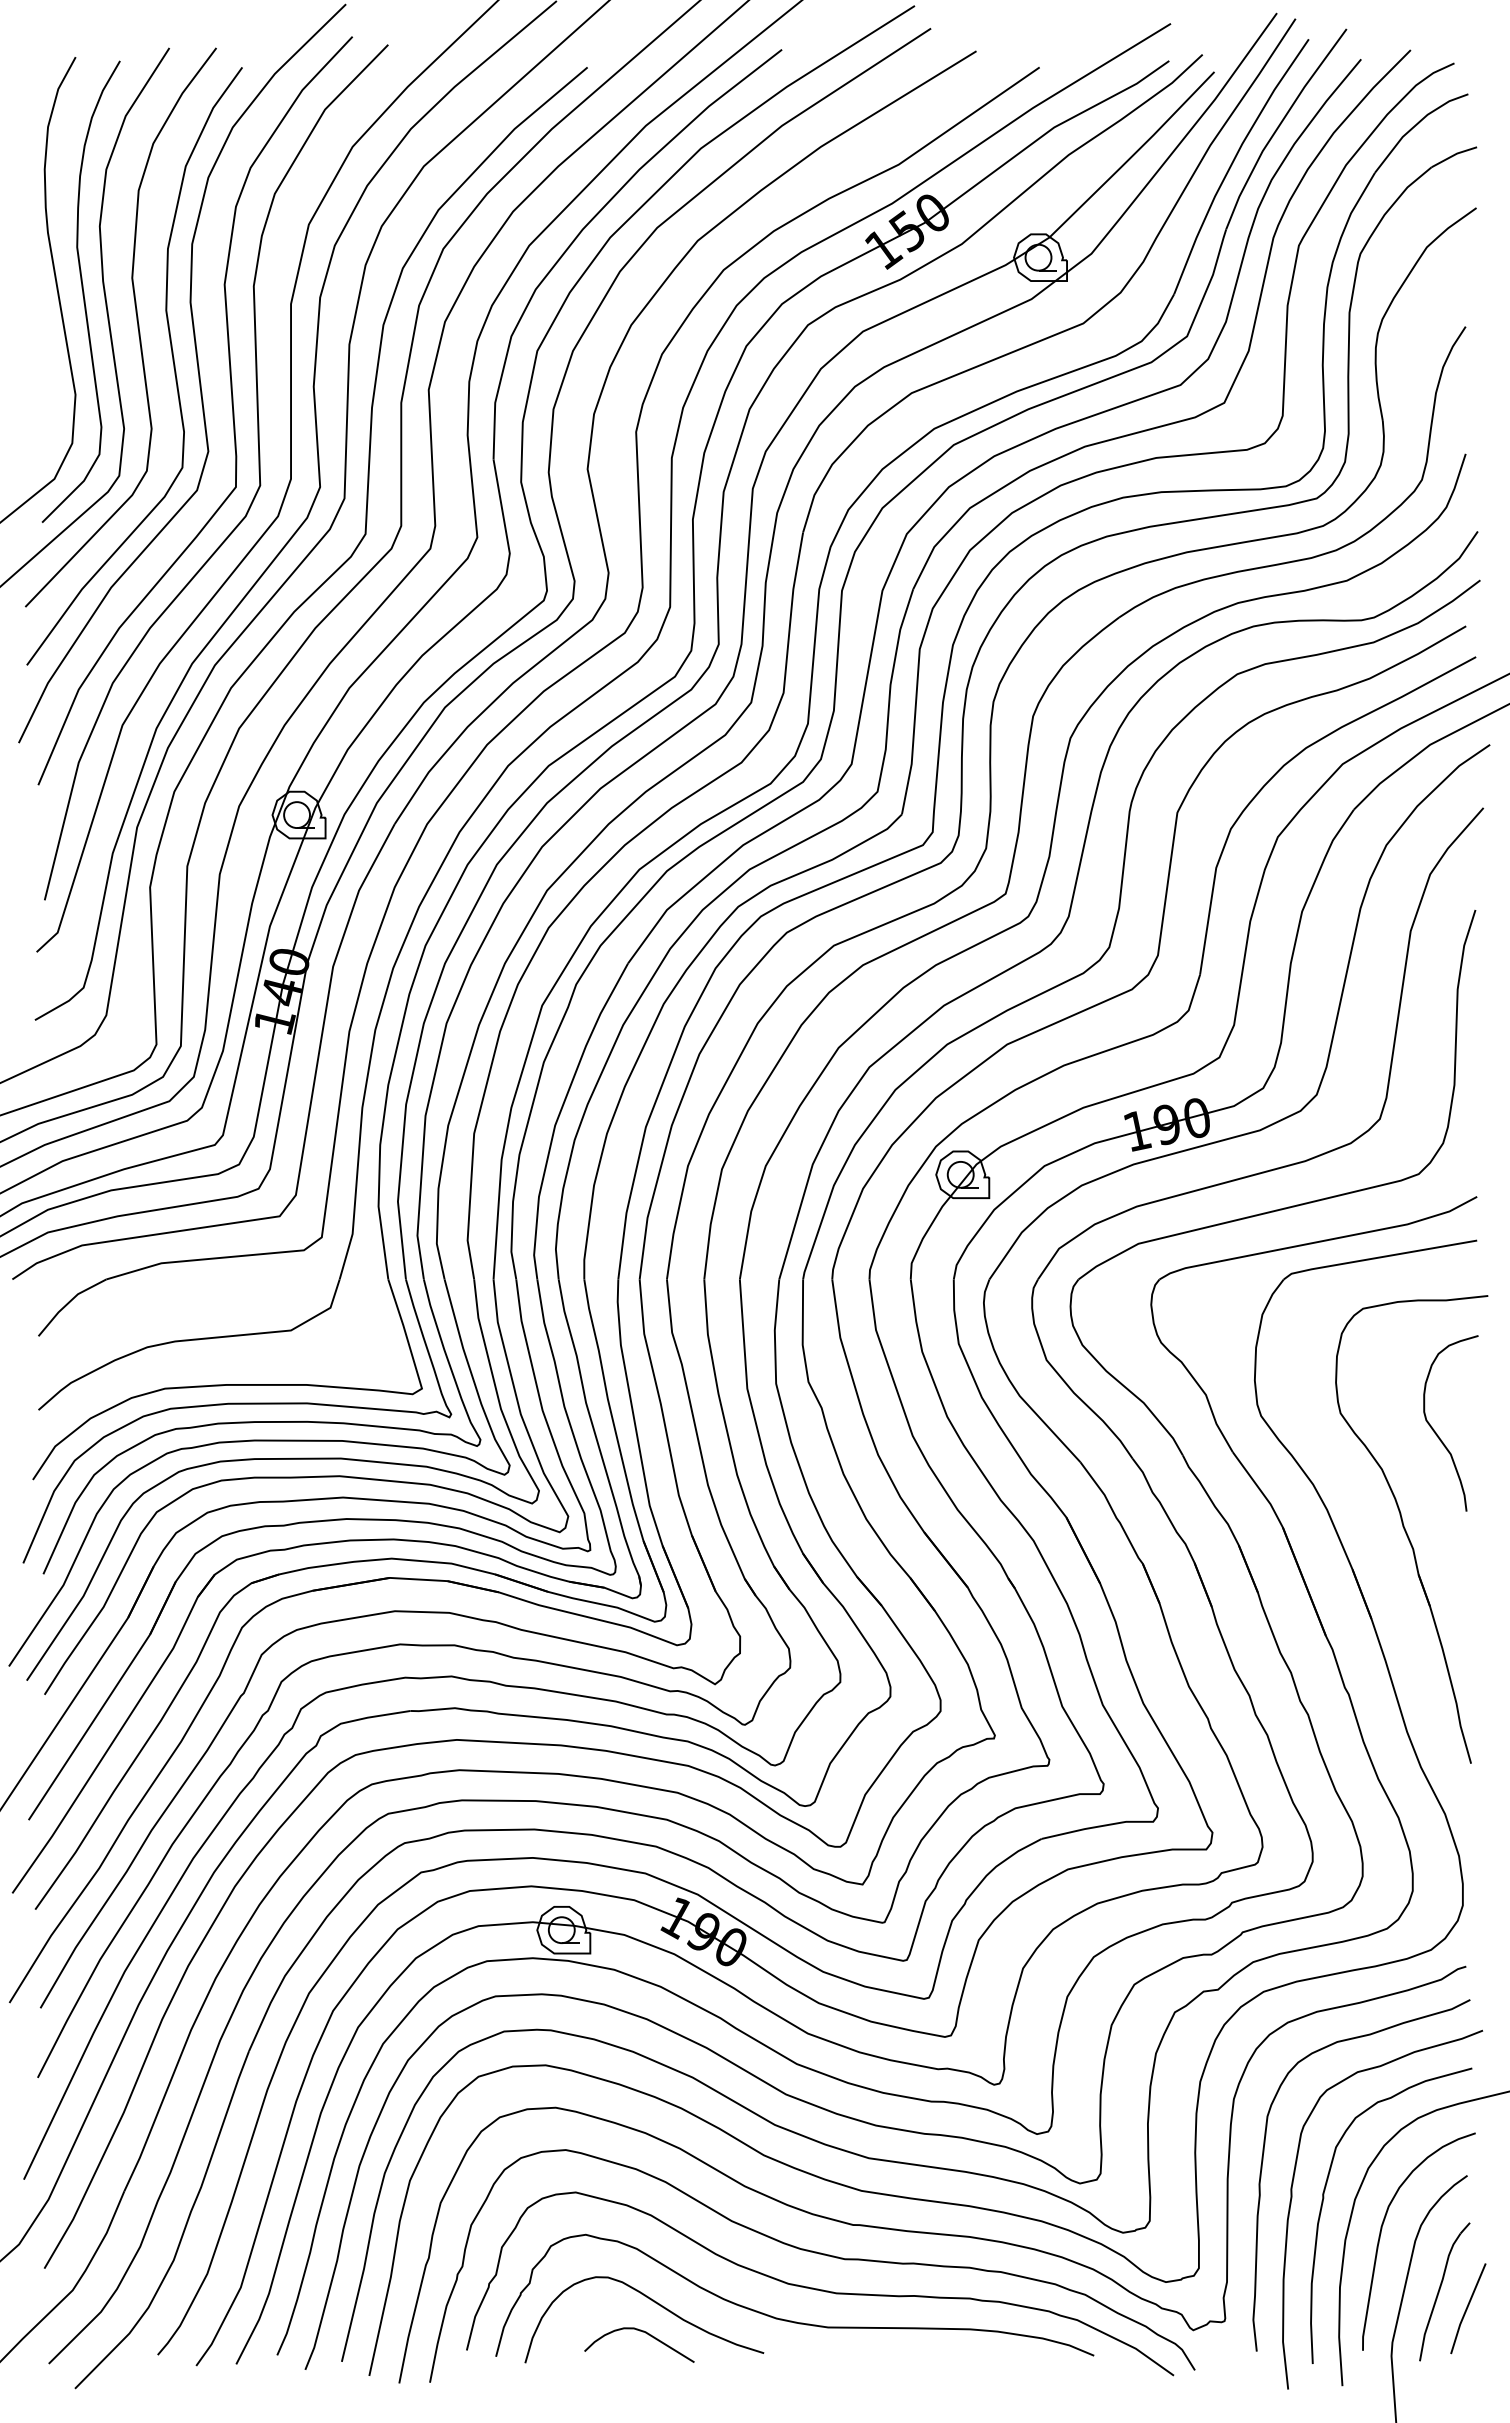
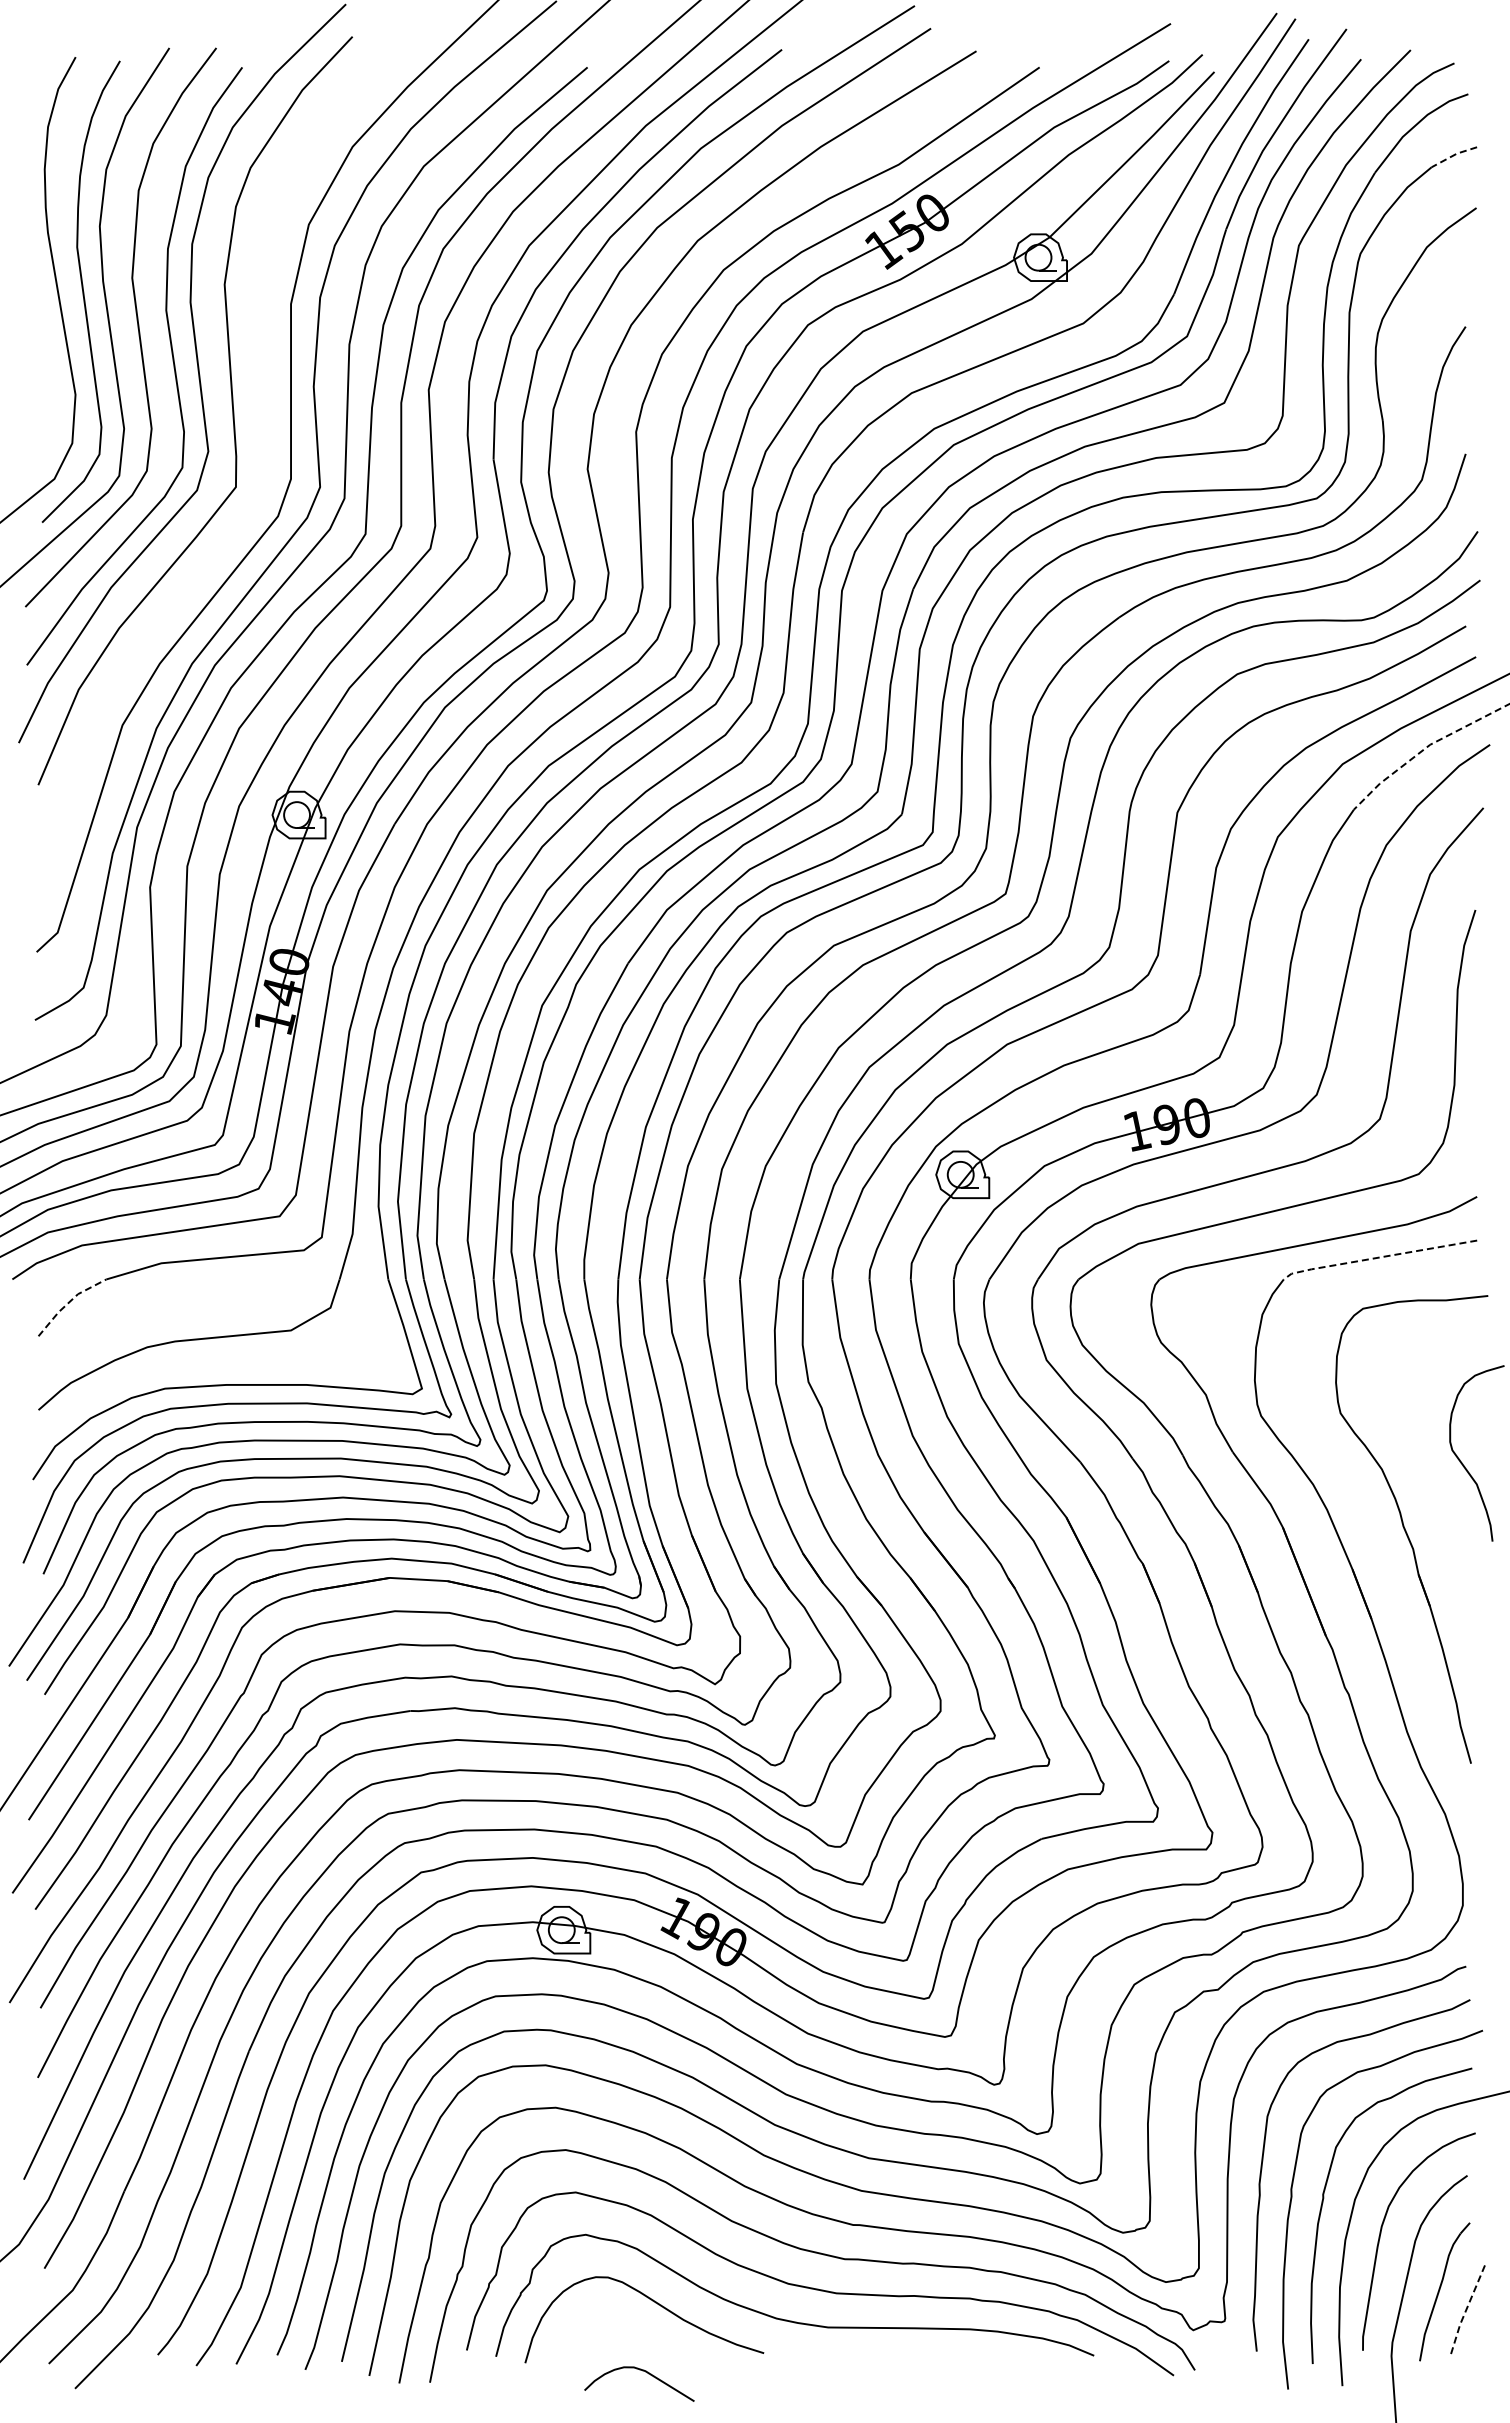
line at (1453, 155): solid -> dashed
curve at (258, 472): present -> none
line at (1425, 748): solid -> dashed
line at (1377, 1257): solid -> dashed
line at (68, 1302): solid -> dashed
curve at (1436, 1432) position: (1436, 1432) -> (1462, 1462)
line at (1467, 2308): solid -> dashed
curve at (642, 2332) position: (642, 2332) -> (642, 2371)
